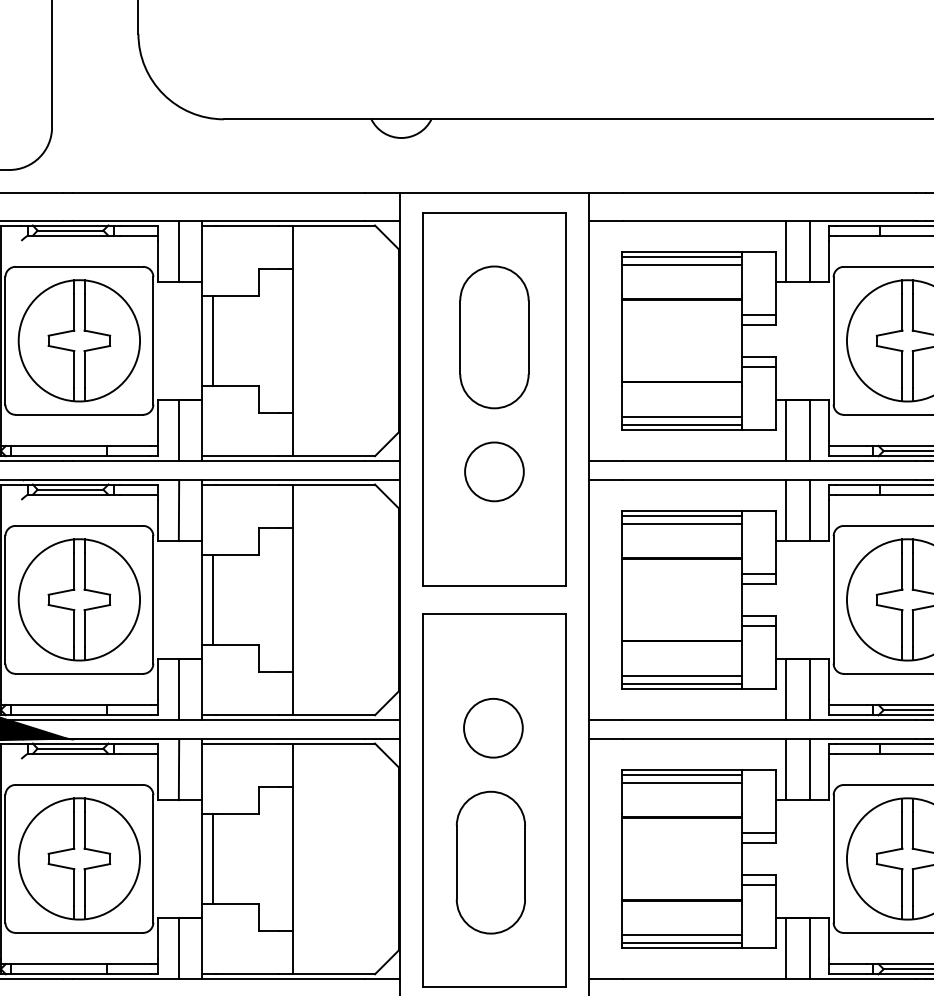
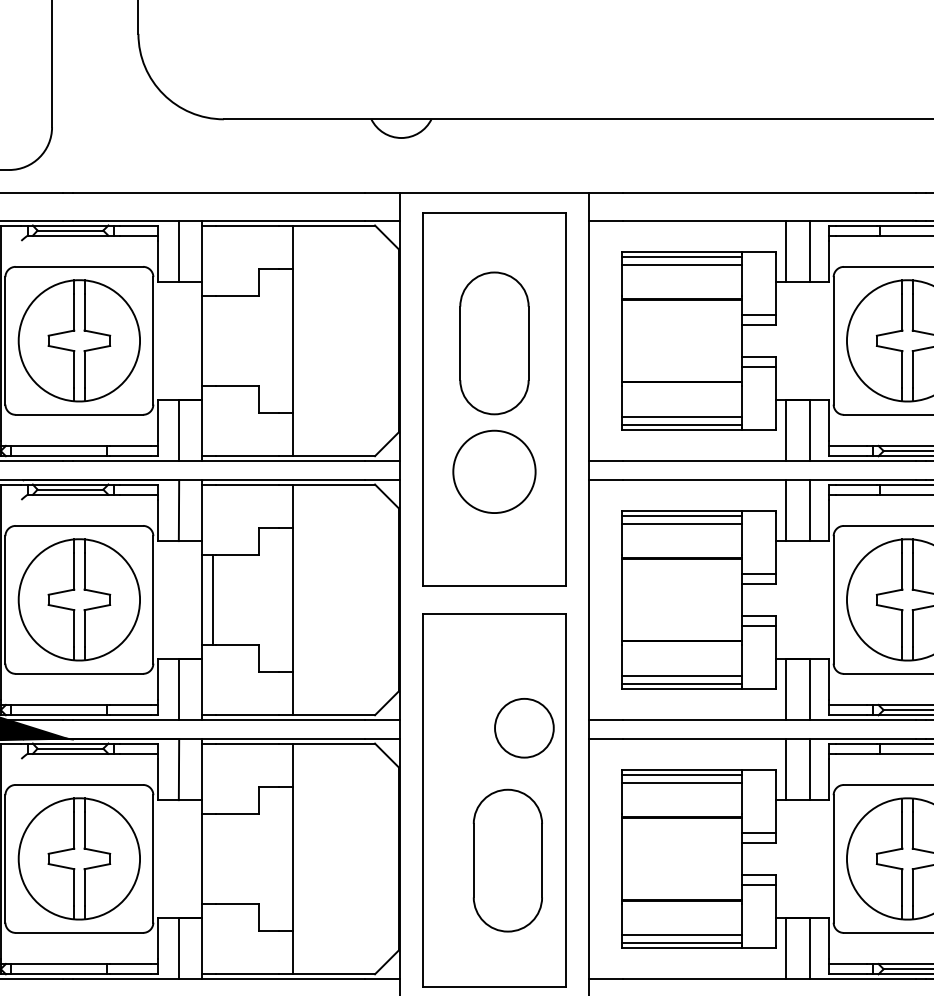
part at (494, 337) position: (494, 337) -> (494, 343)
line at (212, 340): present -> none
circle at (494, 471) diameter: 59 px -> 82 px
circle at (493, 728) position: (493, 728) -> (524, 728)
line at (212, 858): present -> none
part at (490, 862) position: (490, 862) -> (507, 860)
